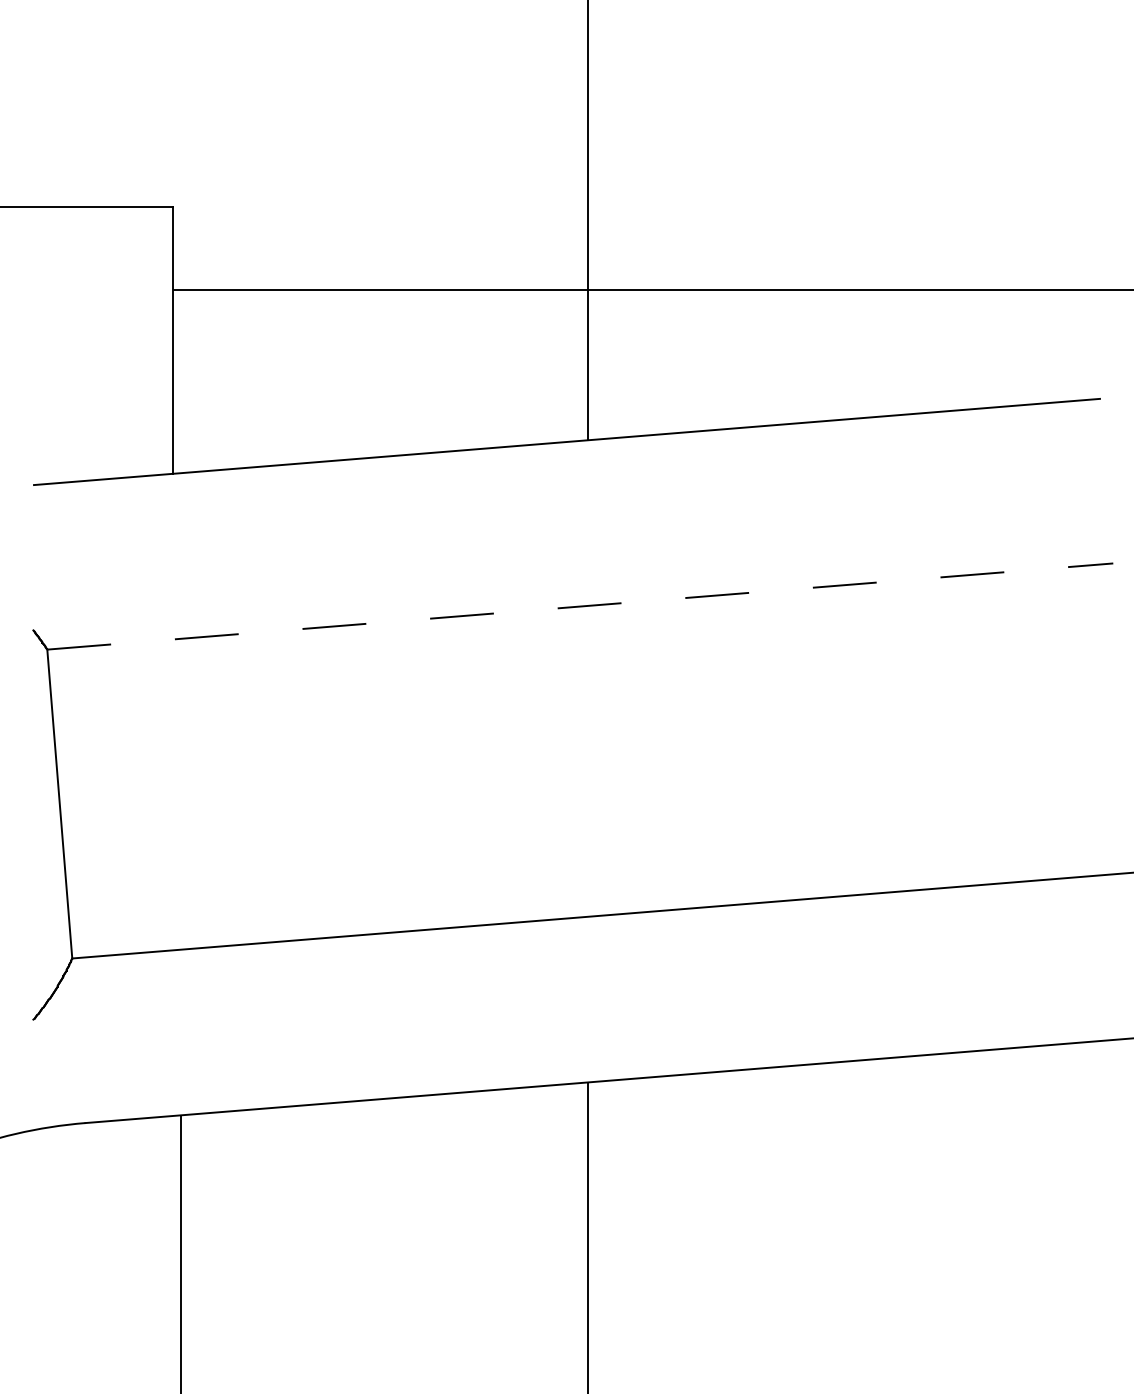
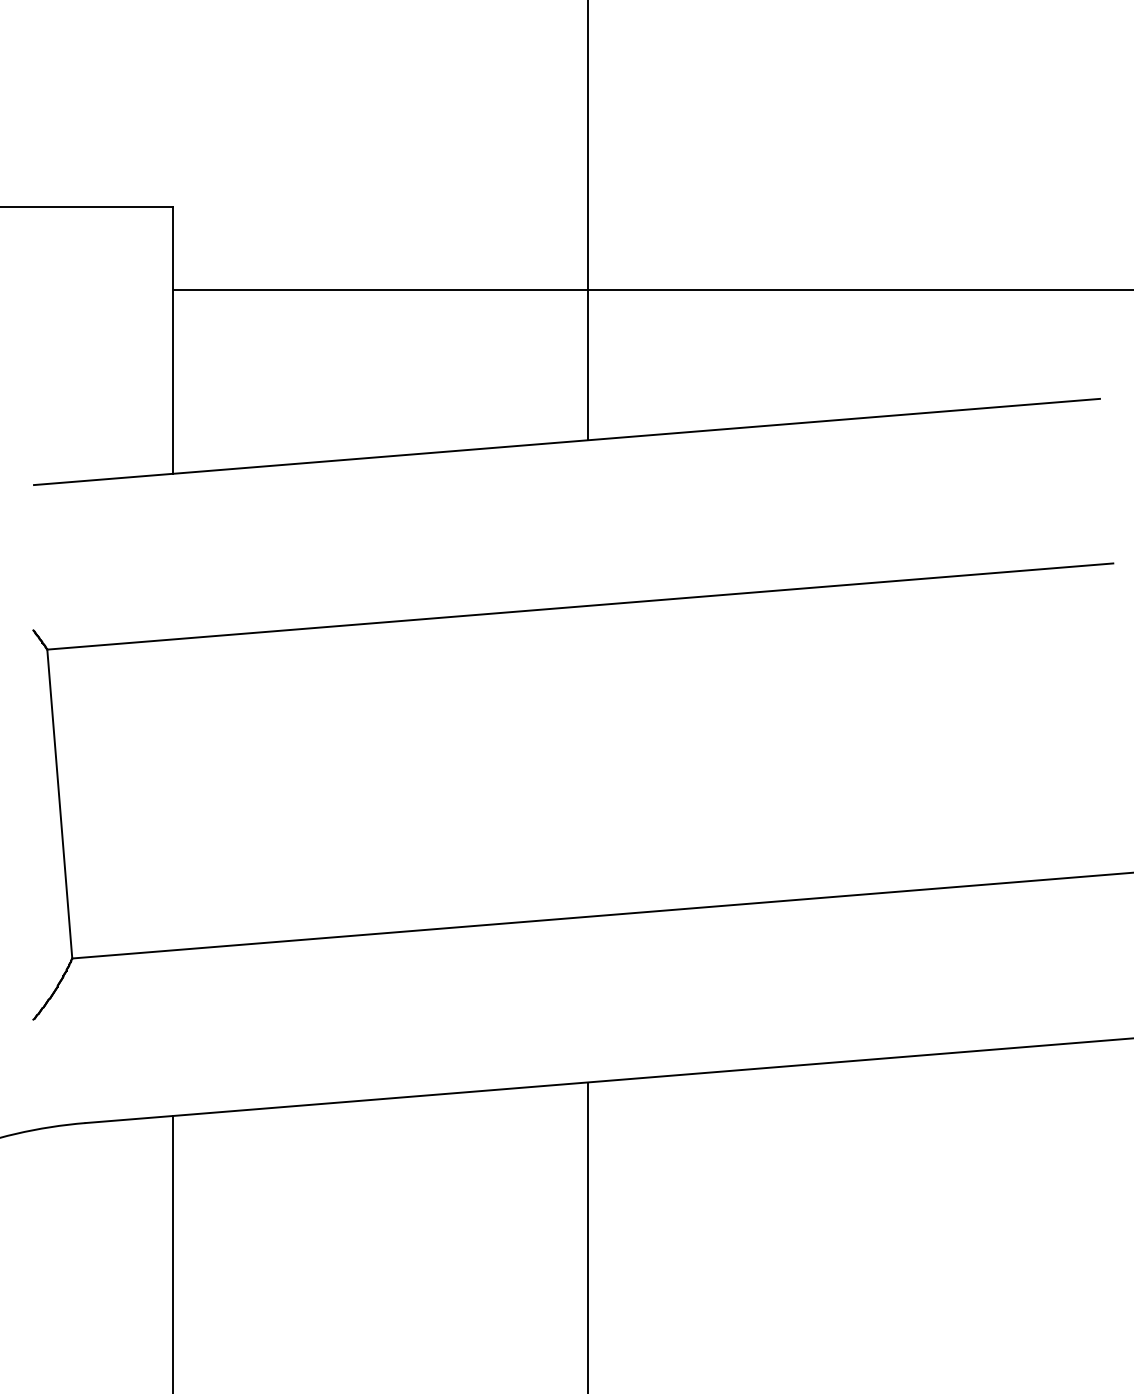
line at (580, 606): dashed -> solid
line at (180, 1253) position: (180, 1253) -> (172, 1253)
